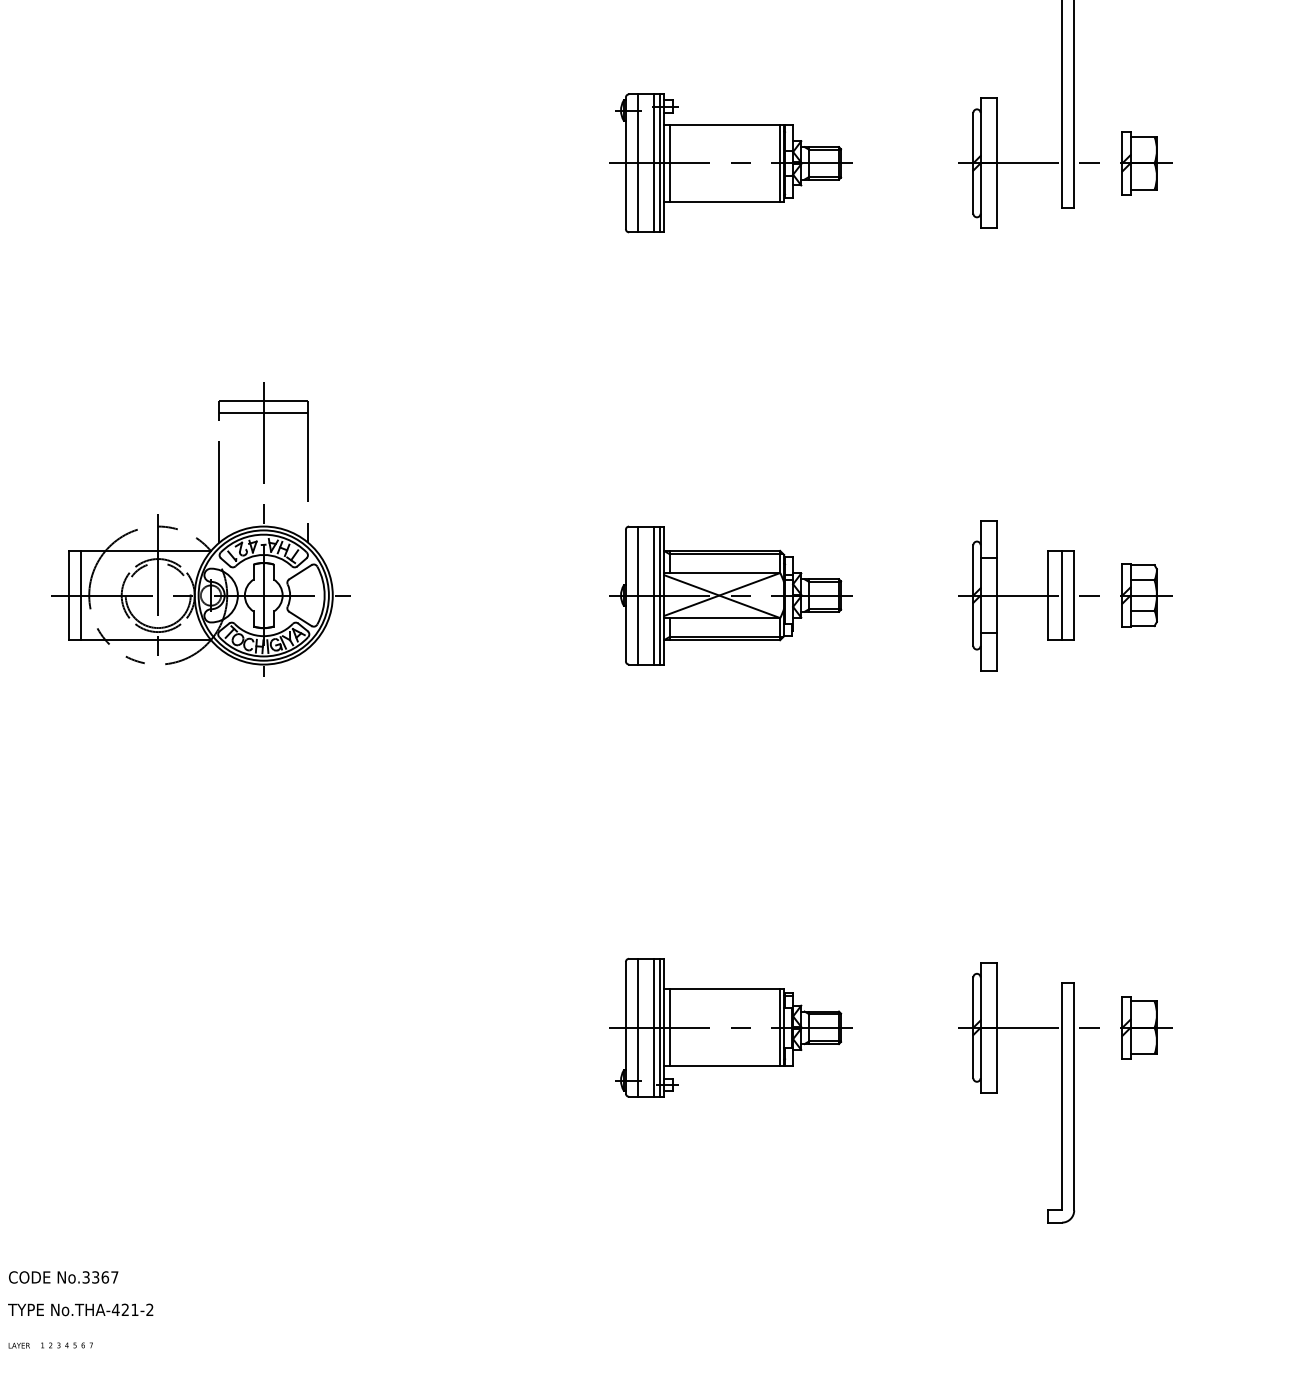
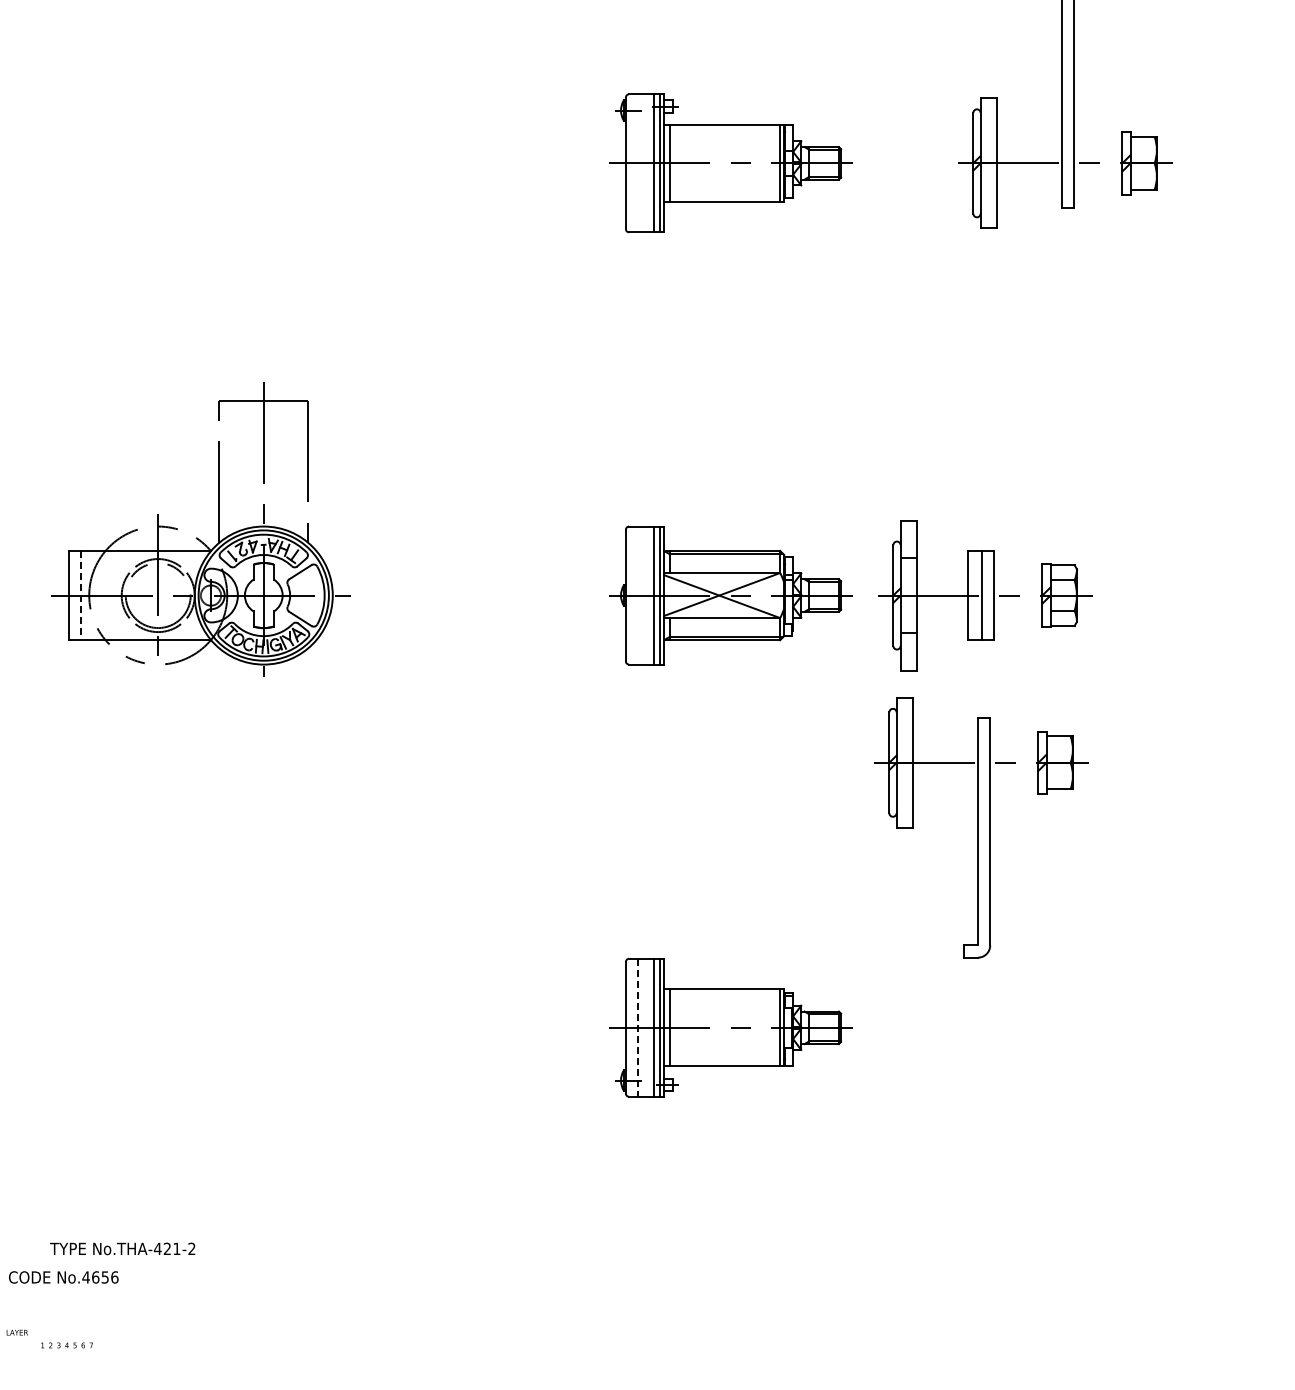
line at (638, 163): present -> none
line at (263, 412): present -> none
line at (81, 595): solid -> dashed
line at (638, 595): present -> none
part at (1065, 595) position: (1065, 595) -> (985, 595)
line at (638, 1028): solid -> dashed
part at (1065, 1092) position: (1065, 1092) -> (981, 827)
text at (100, 1277): No.3367 -> No.4656
text at (80, 1309) position: (80, 1309) -> (122, 1248)
text at (18, 1345) position: (18, 1345) -> (16, 1332)
